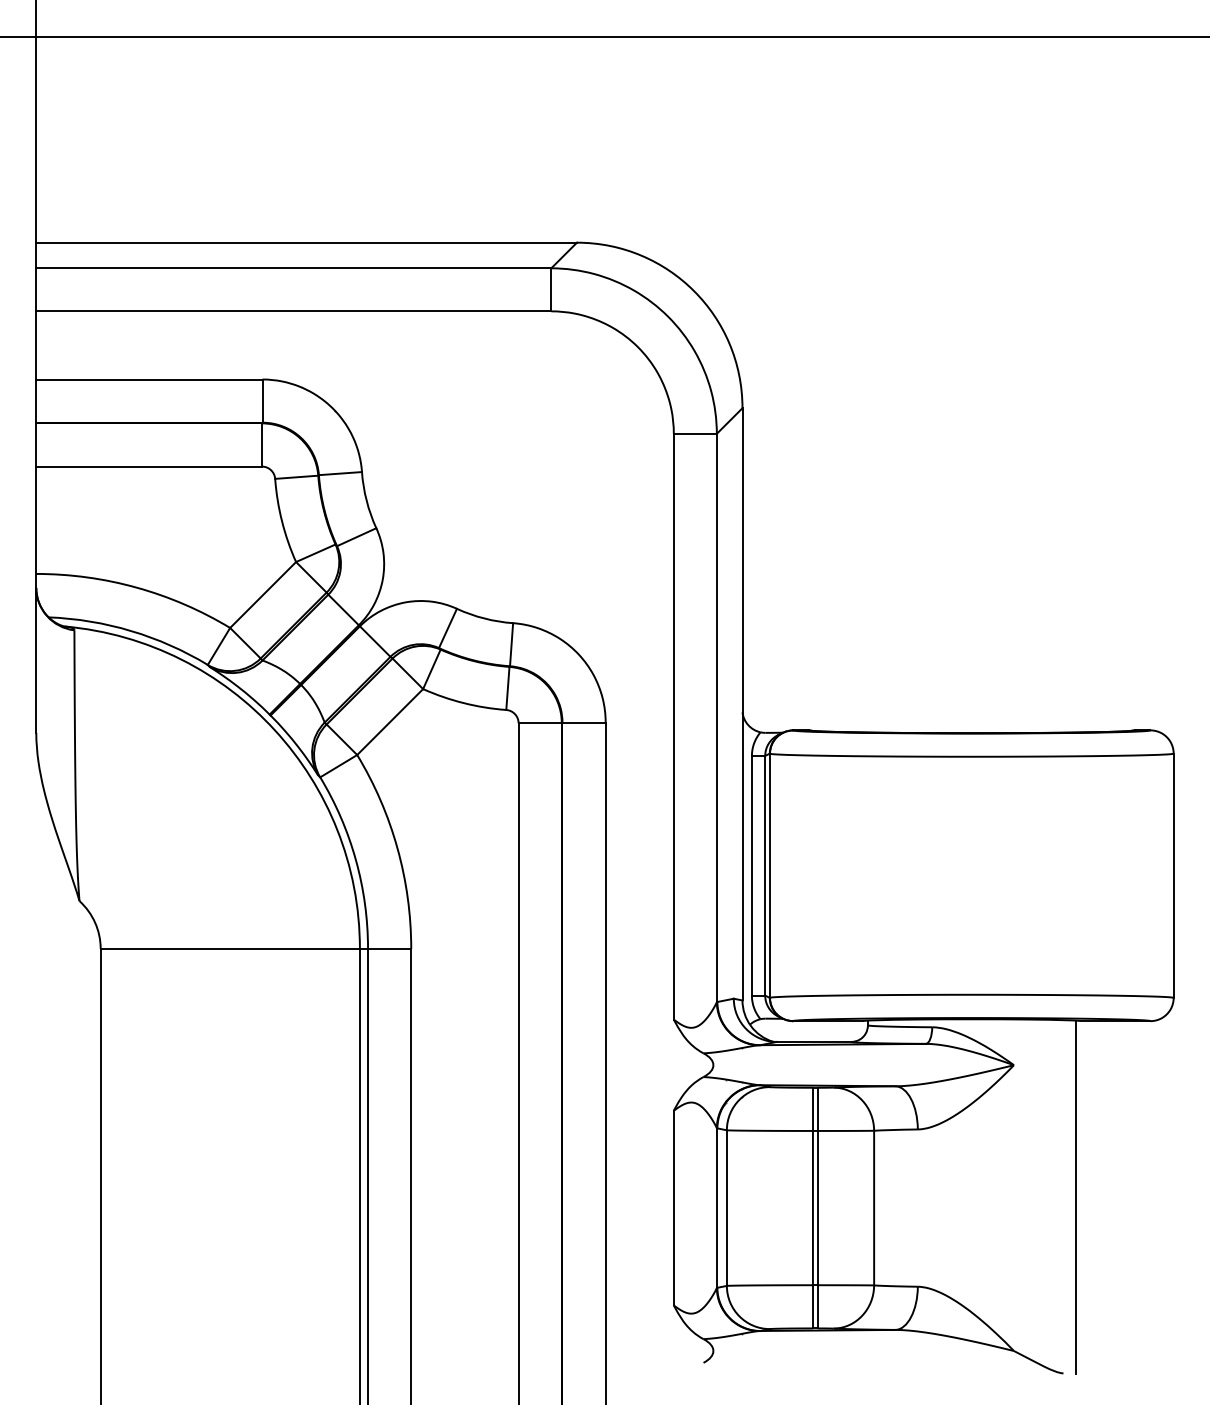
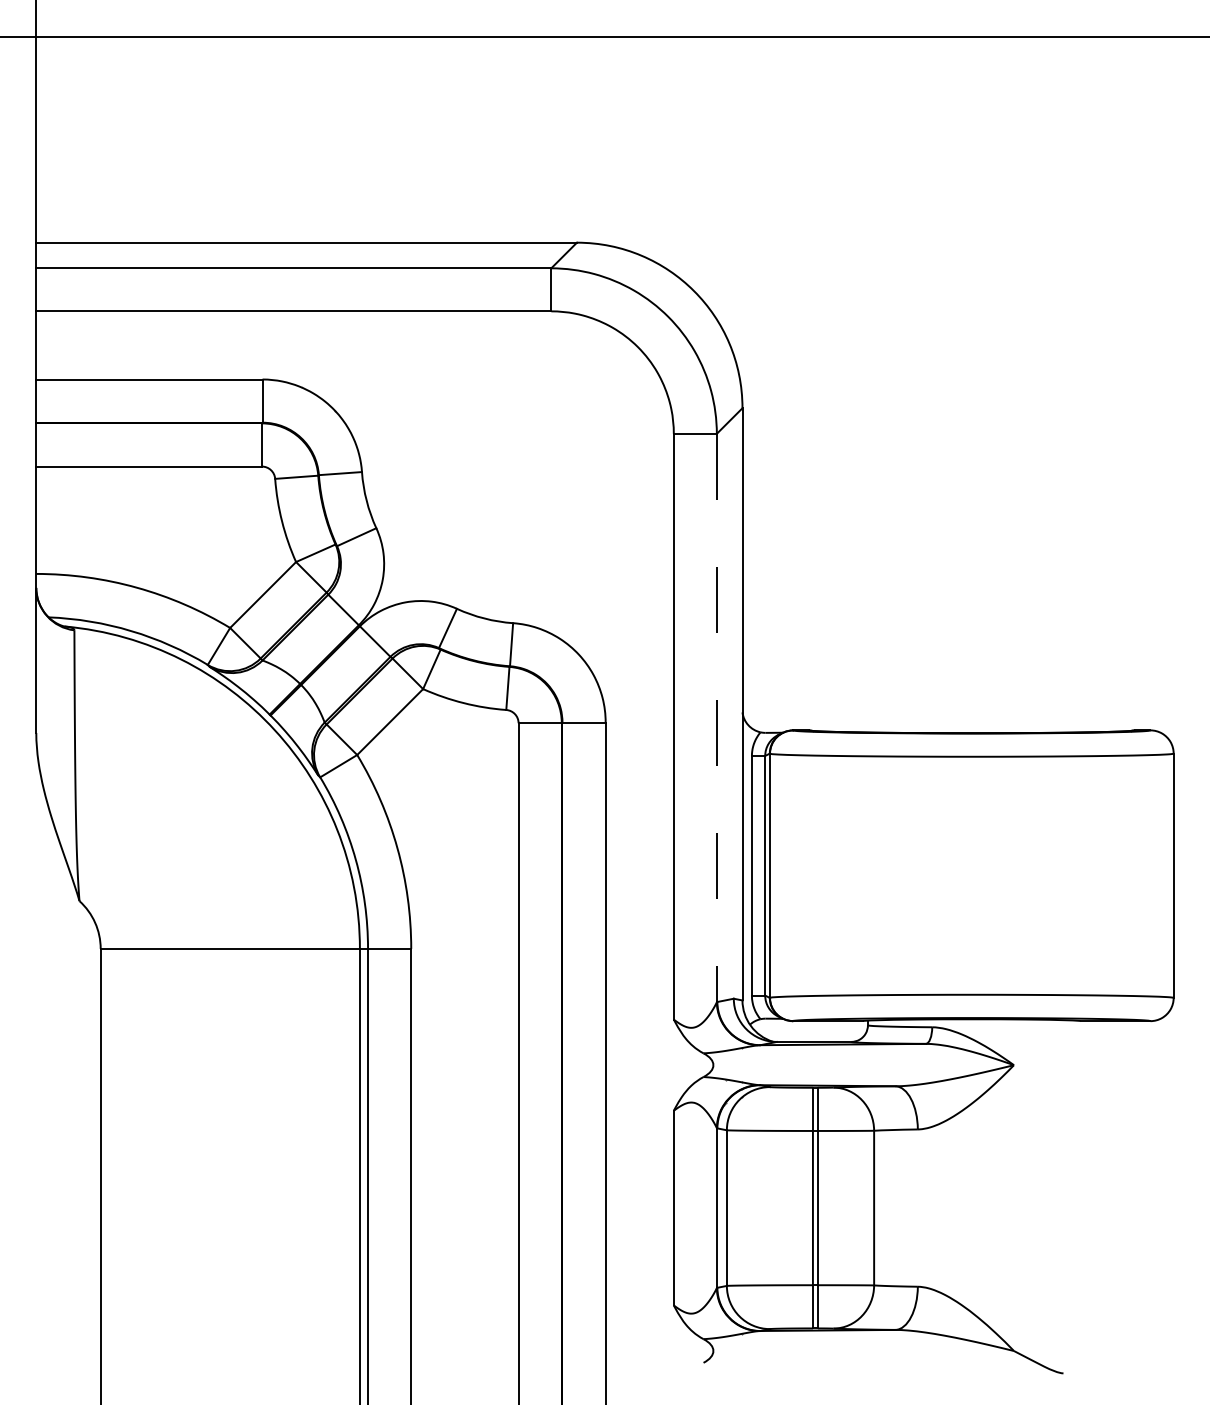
line at (716, 718): solid -> dashed
line at (1075, 1197): present -> none
